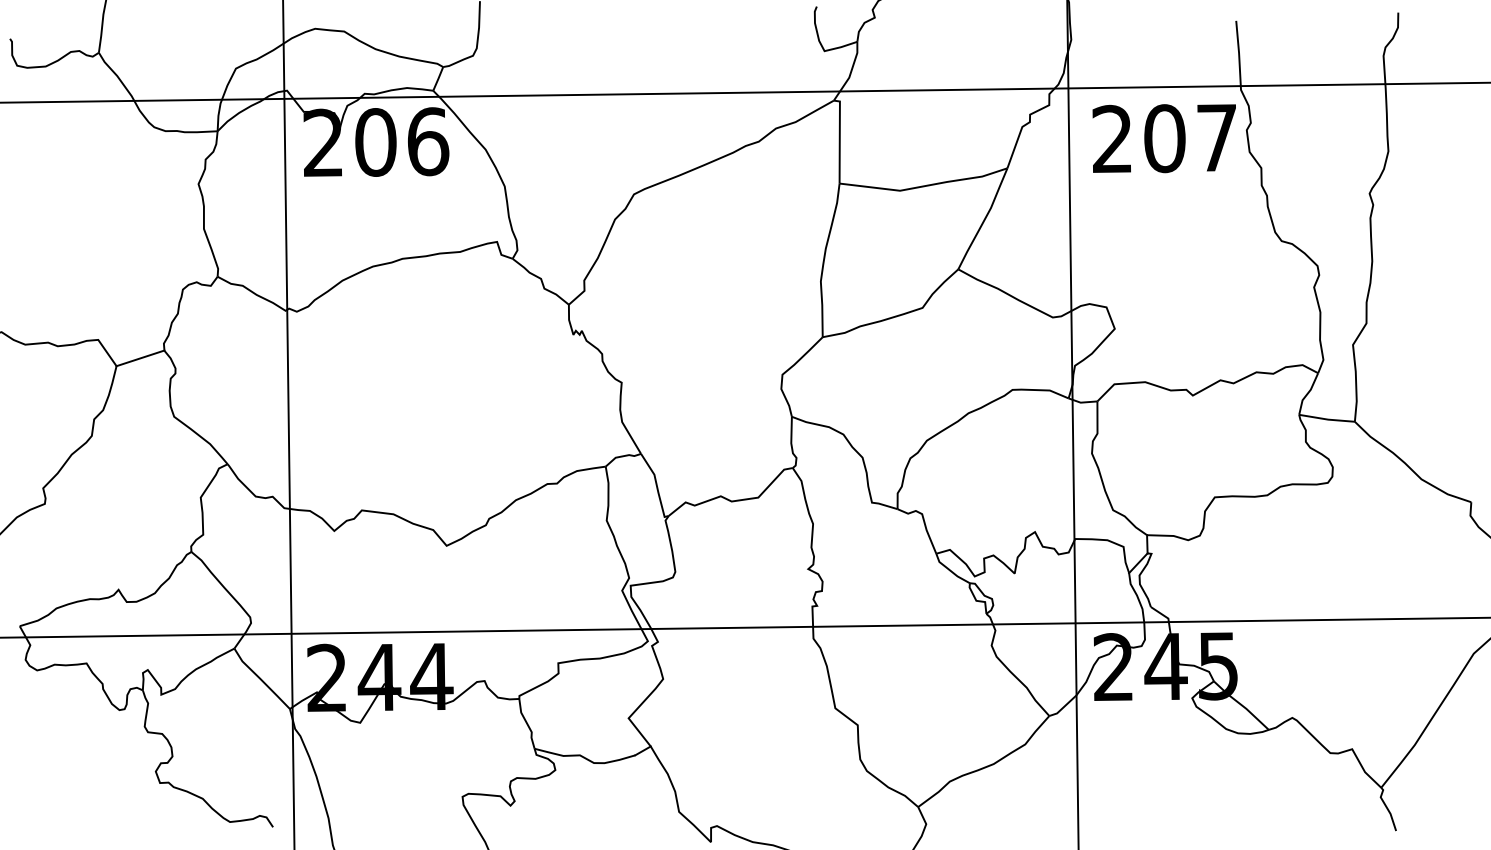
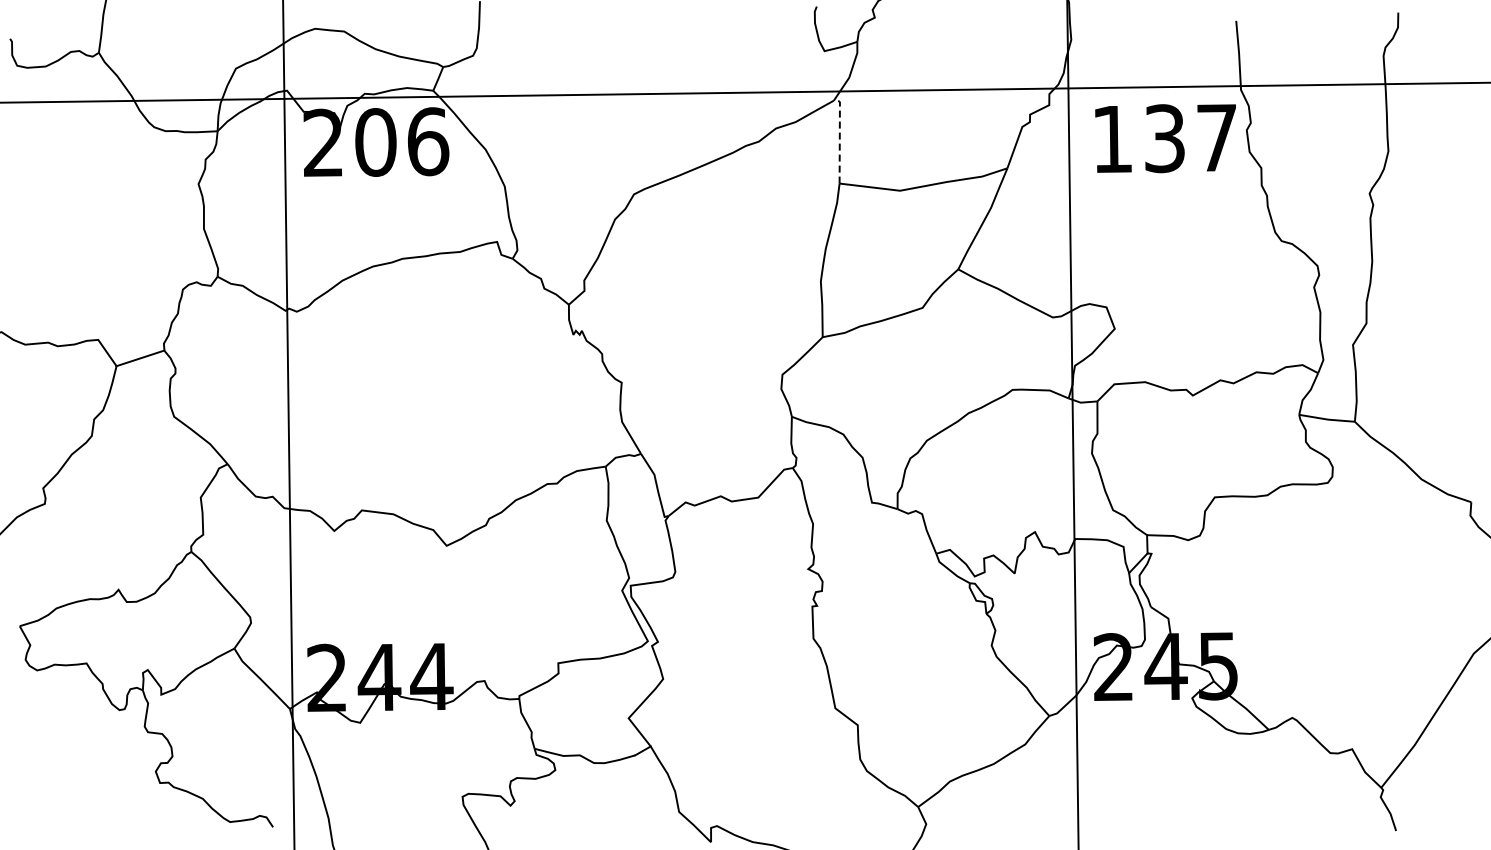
line at (839, 138): solid -> dashed
text at (1138, 138): 207 -> 137
line at (744, 627): present -> none
